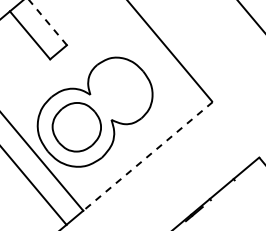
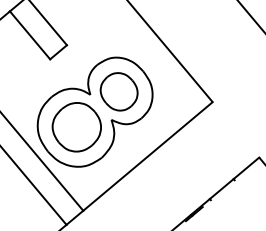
line at (47, 22): dashed -> solid
part at (118, 91): none -> present
line at (147, 156): dashed -> solid
